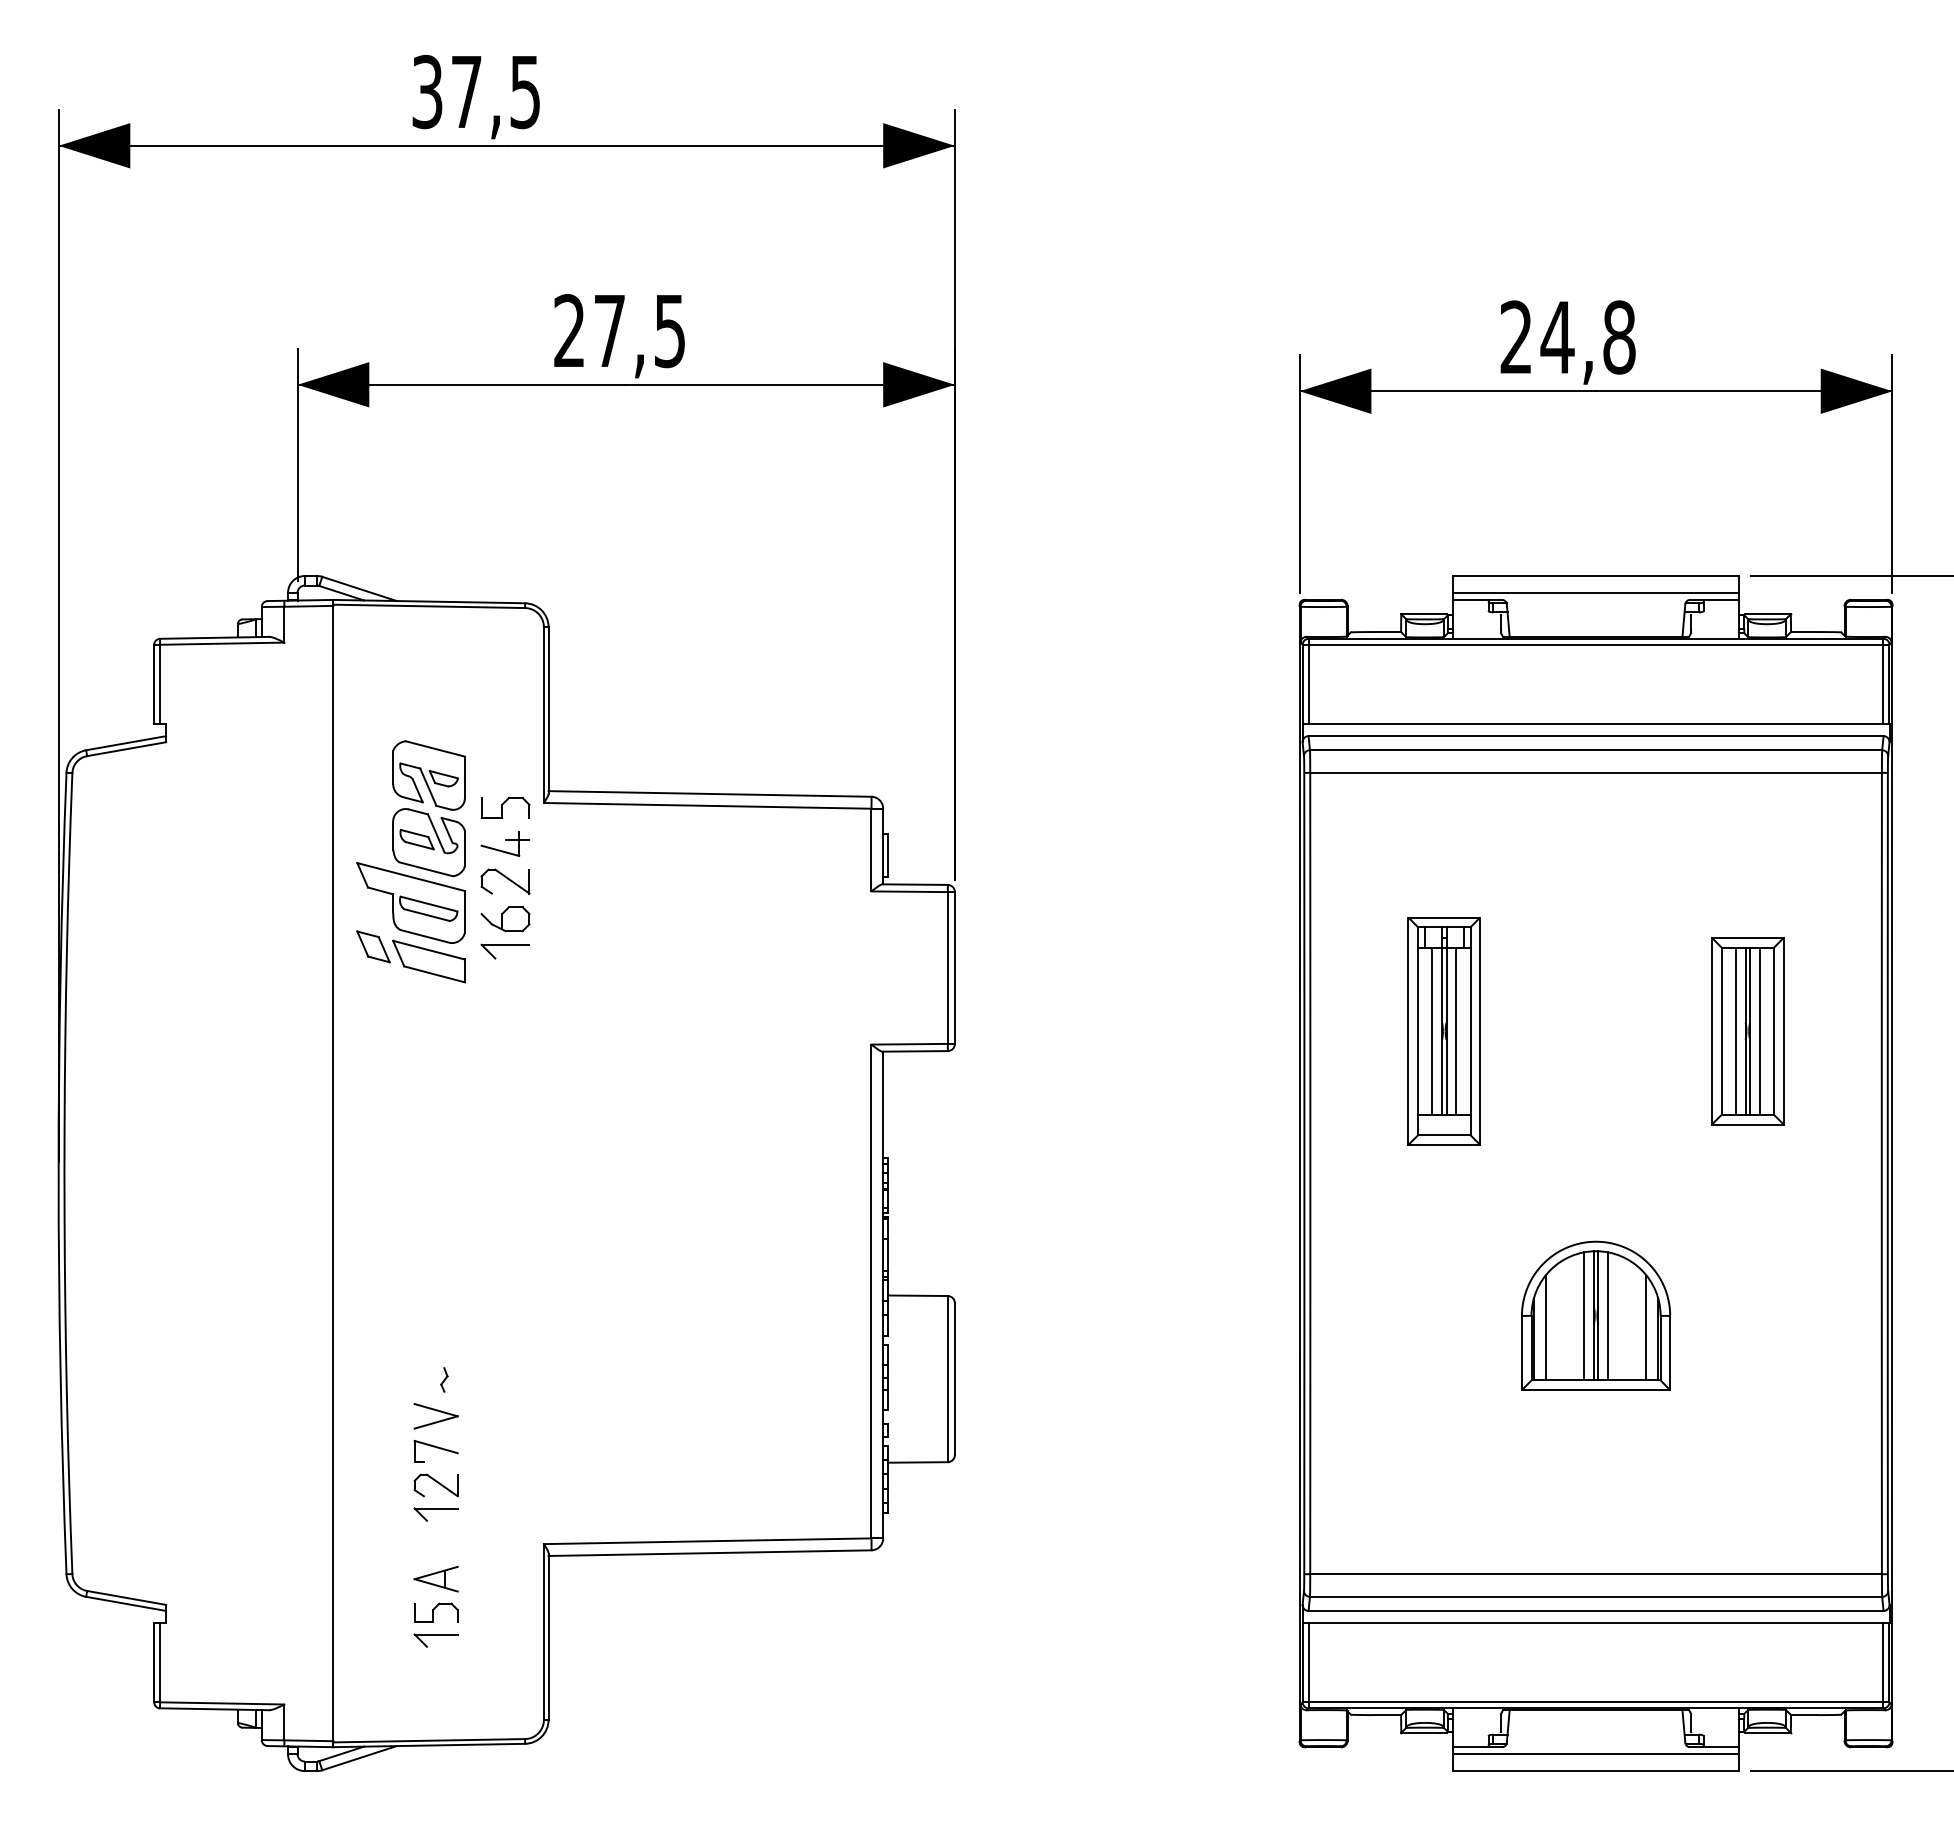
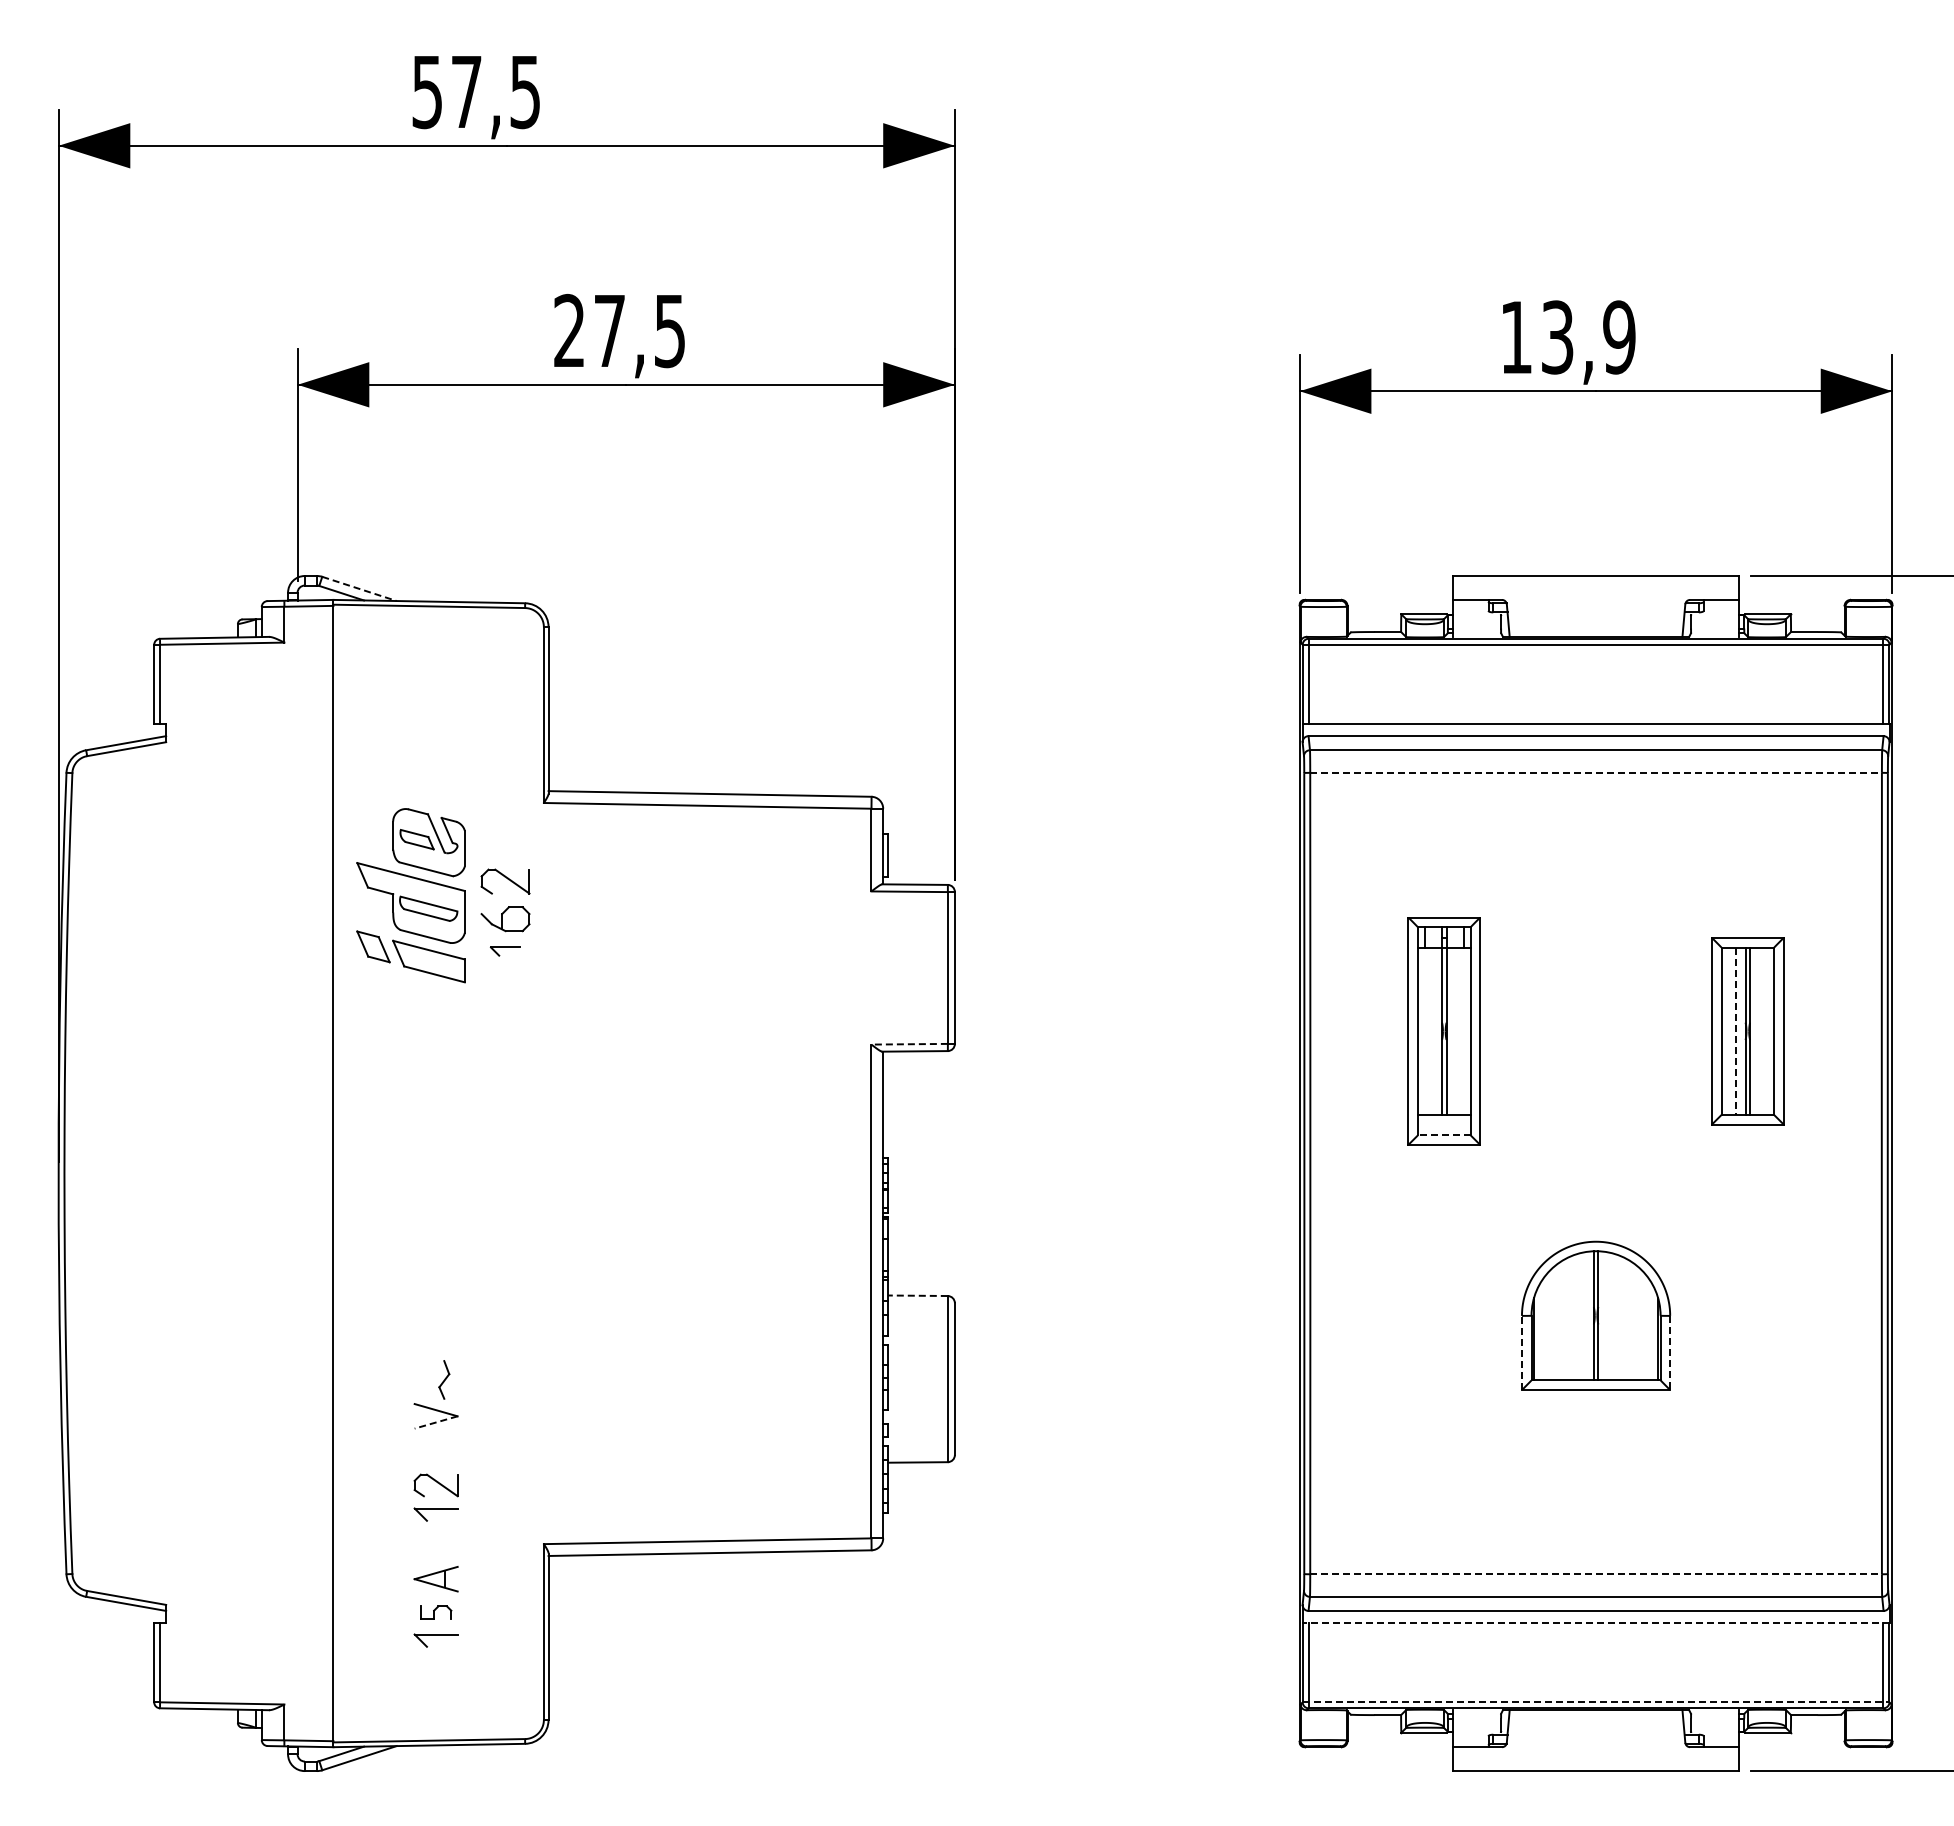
text at (427, 91): 37,5 -> 57,5
text at (1567, 337): 24,8 -> 13,9
line at (359, 589): solid -> dashed
line at (1595, 592): present -> none
line at (1596, 772): solid -> dashed
part at (428, 775): present -> none
part at (505, 807): present -> none
part at (504, 843): present -> none
part at (504, 951) size: 50x17 px -> 32x11 px
line at (1432, 1031): present -> none
line at (1456, 1031): present -> none
line at (1735, 1031): solid -> dashed
line at (1759, 1031): present -> none
line at (909, 1044): solid -> dashed
line at (1443, 1135): solid -> dashed
line at (917, 1295): solid -> dashed
line at (1584, 1316): present -> none
line at (1608, 1316): present -> none
line at (1545, 1327): present -> none
line at (1646, 1327): present -> none
line at (1521, 1352): solid -> dashed
line at (1670, 1353): solid -> dashed
part at (444, 1379) size: 9x26 px -> 13x40 px
line at (435, 1422): solid -> dashed
part at (435, 1450): present -> none
line at (1596, 1574): solid -> dashed
part at (436, 1612) size: 45x21 px -> 33x15 px
line at (1595, 1622): solid -> dashed
line at (1596, 1702): solid -> dashed
line at (1595, 1754): present -> none
